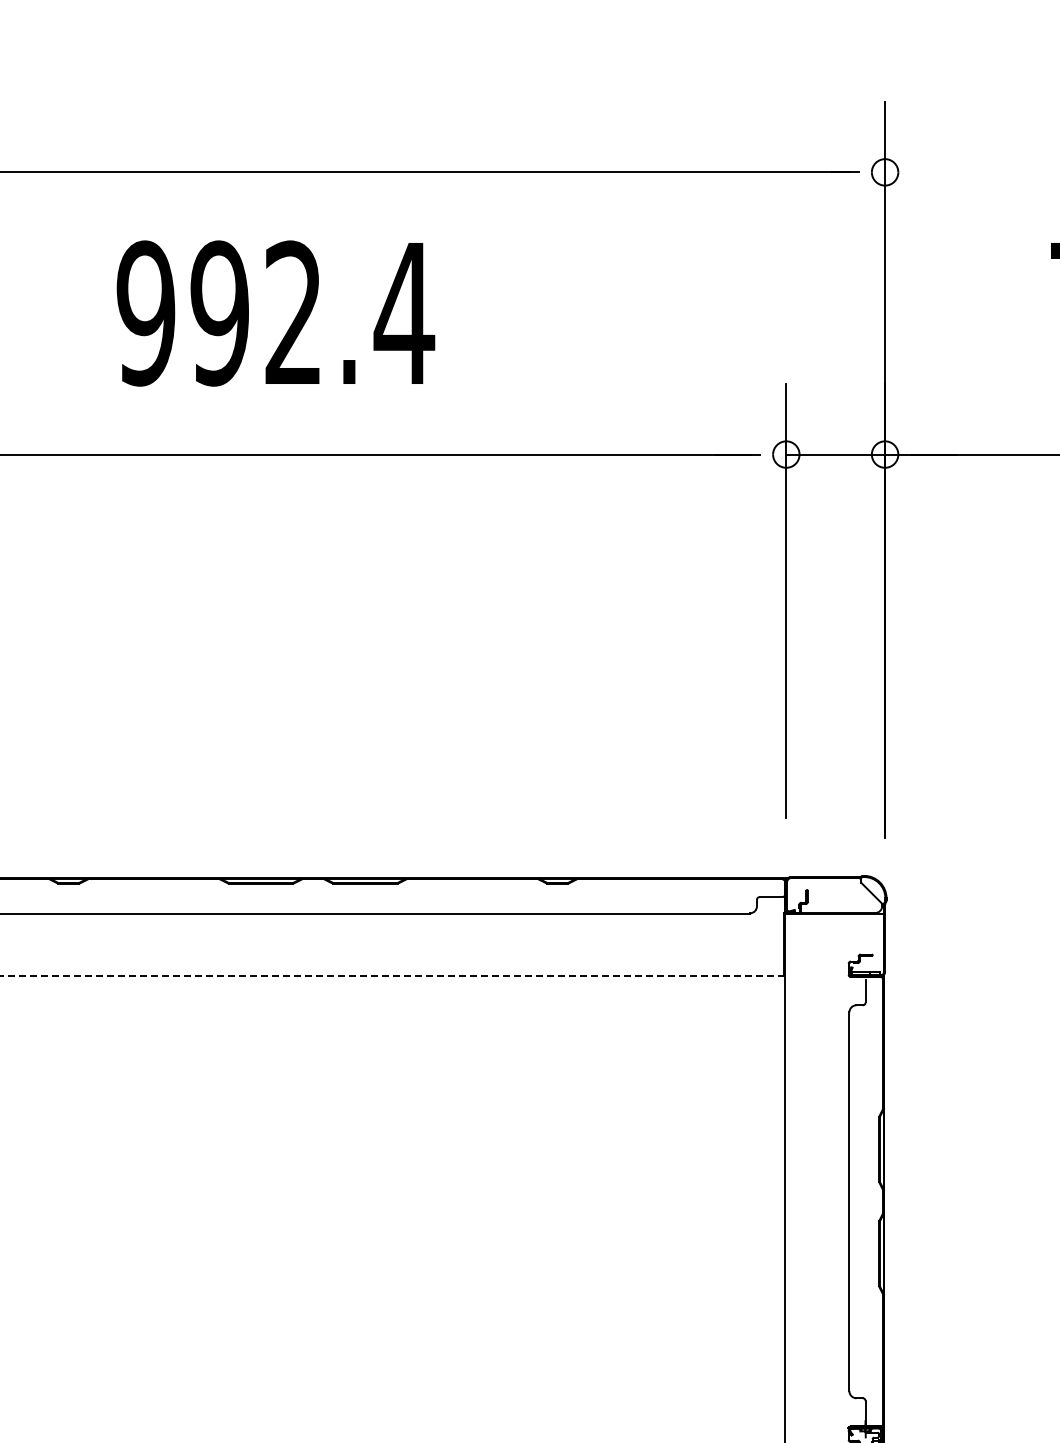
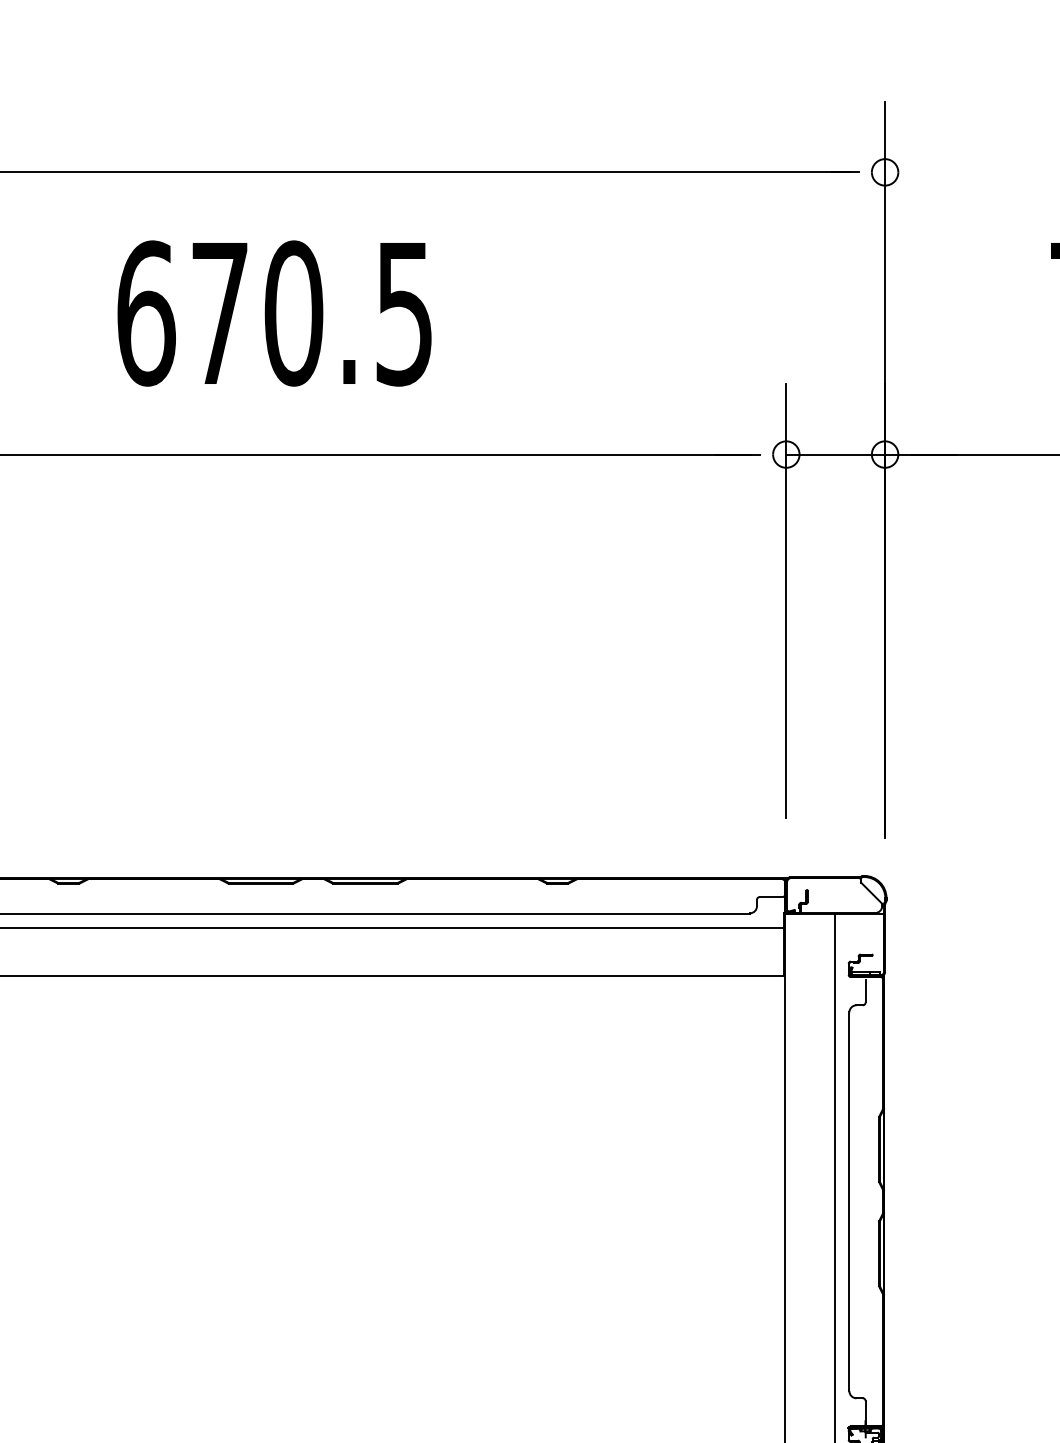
text at (275, 313): 992.4 -> 670.5
line at (392, 927): none -> present
line at (392, 975): dashed -> solid
line at (834, 1176): none -> present
